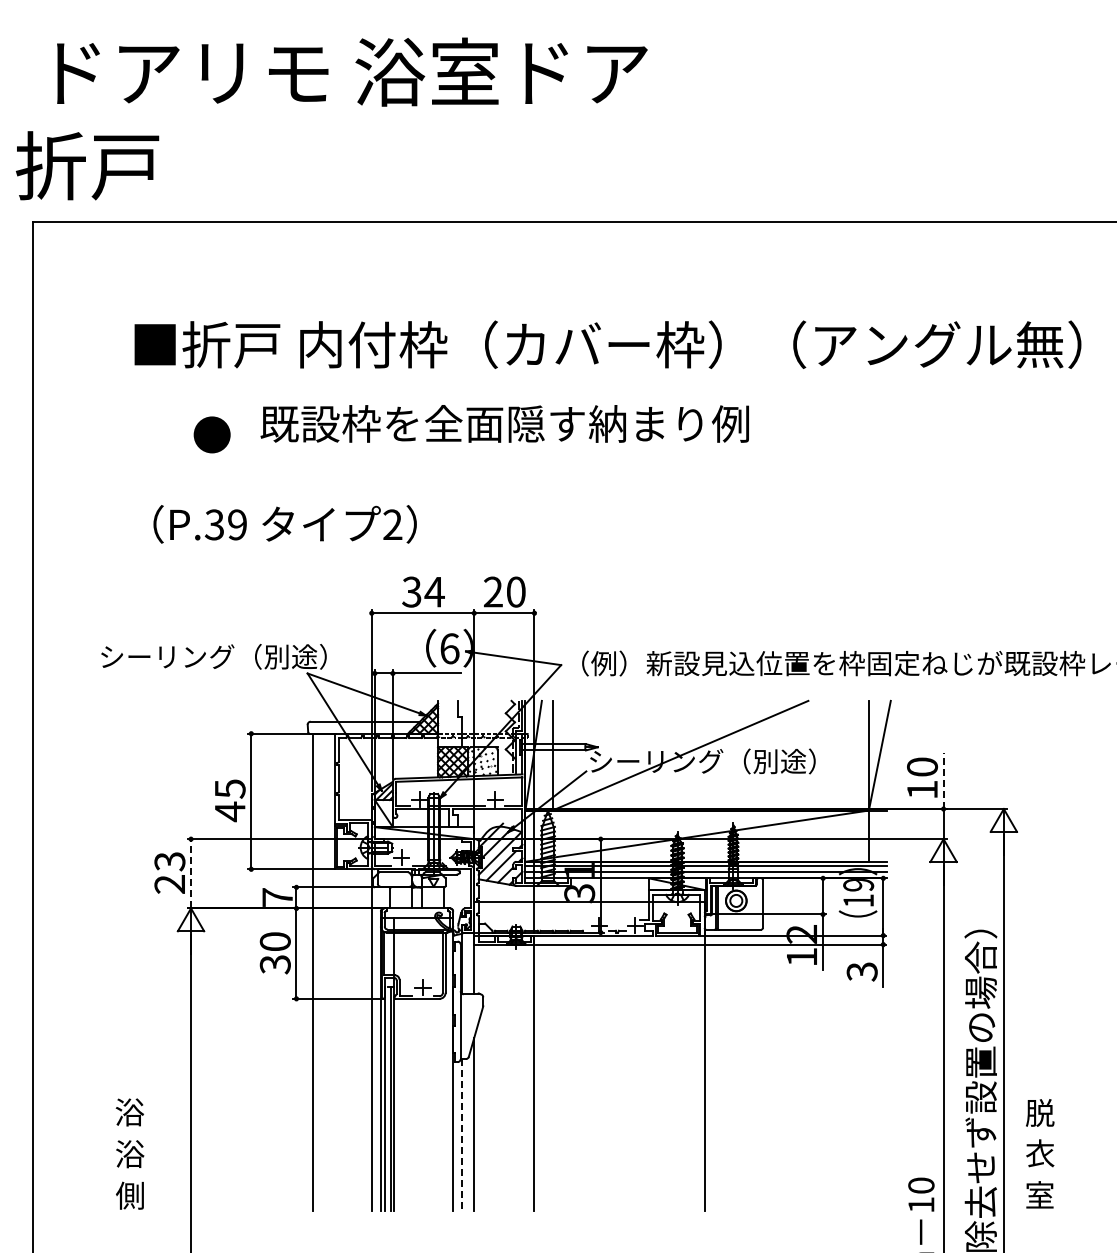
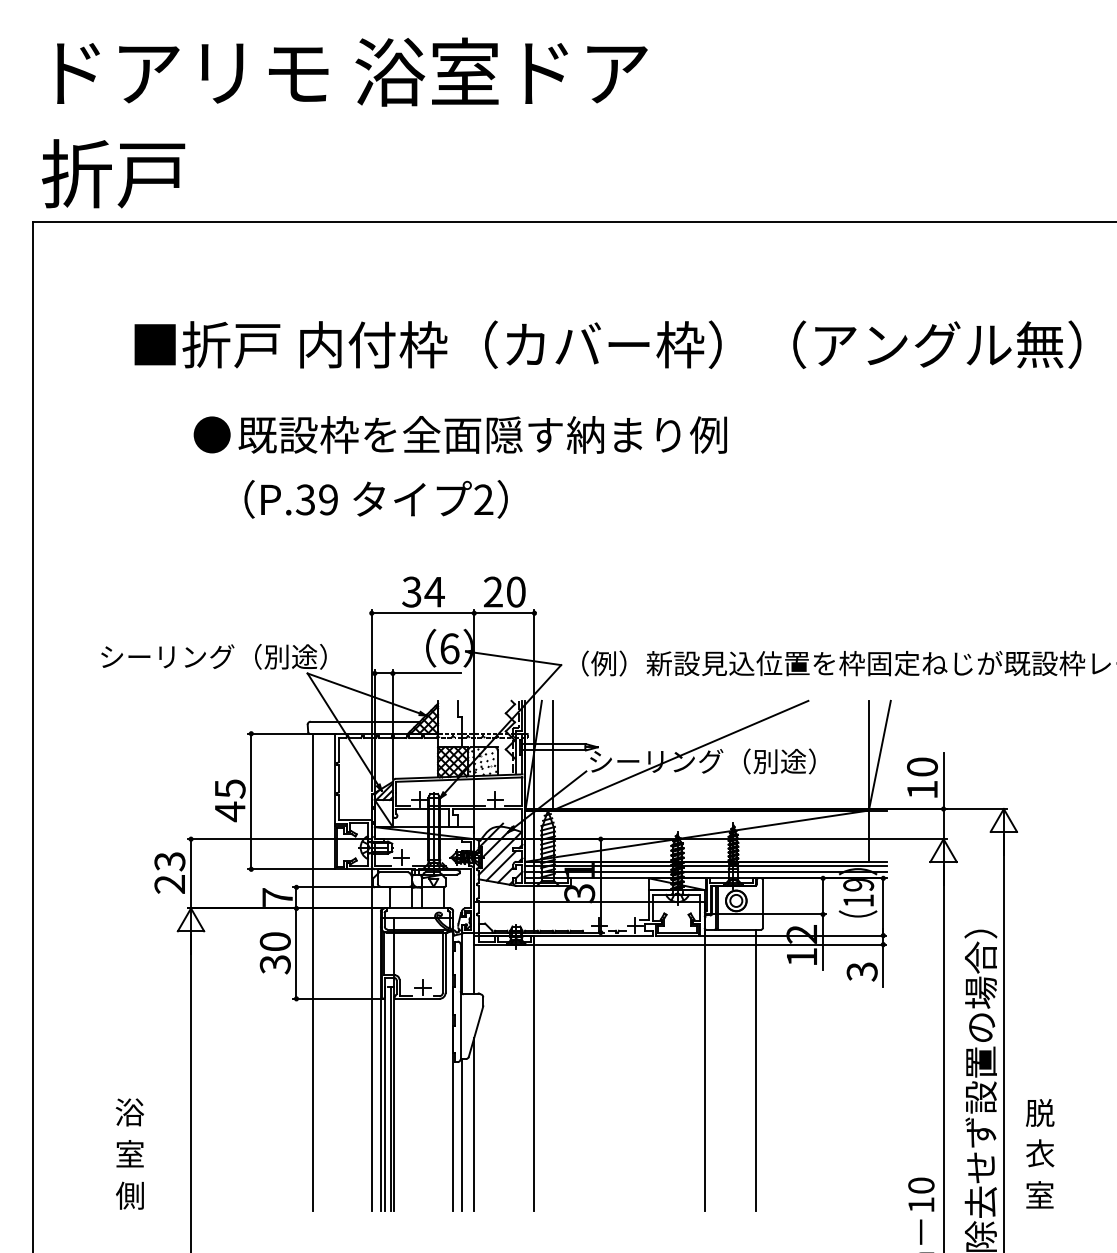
text at (87, 165) position: (87, 165) -> (113, 173)
text at (504, 423) position: (504, 423) -> (482, 434)
text at (284, 524) position: (284, 524) -> (375, 499)
line at (943, 780): dashed -> solid
line at (191, 873): dashed -> solid
line at (756, 1069): none -> present
line at (462, 1134): dashed -> solid
text at (130, 1154): 浴 -> 室
